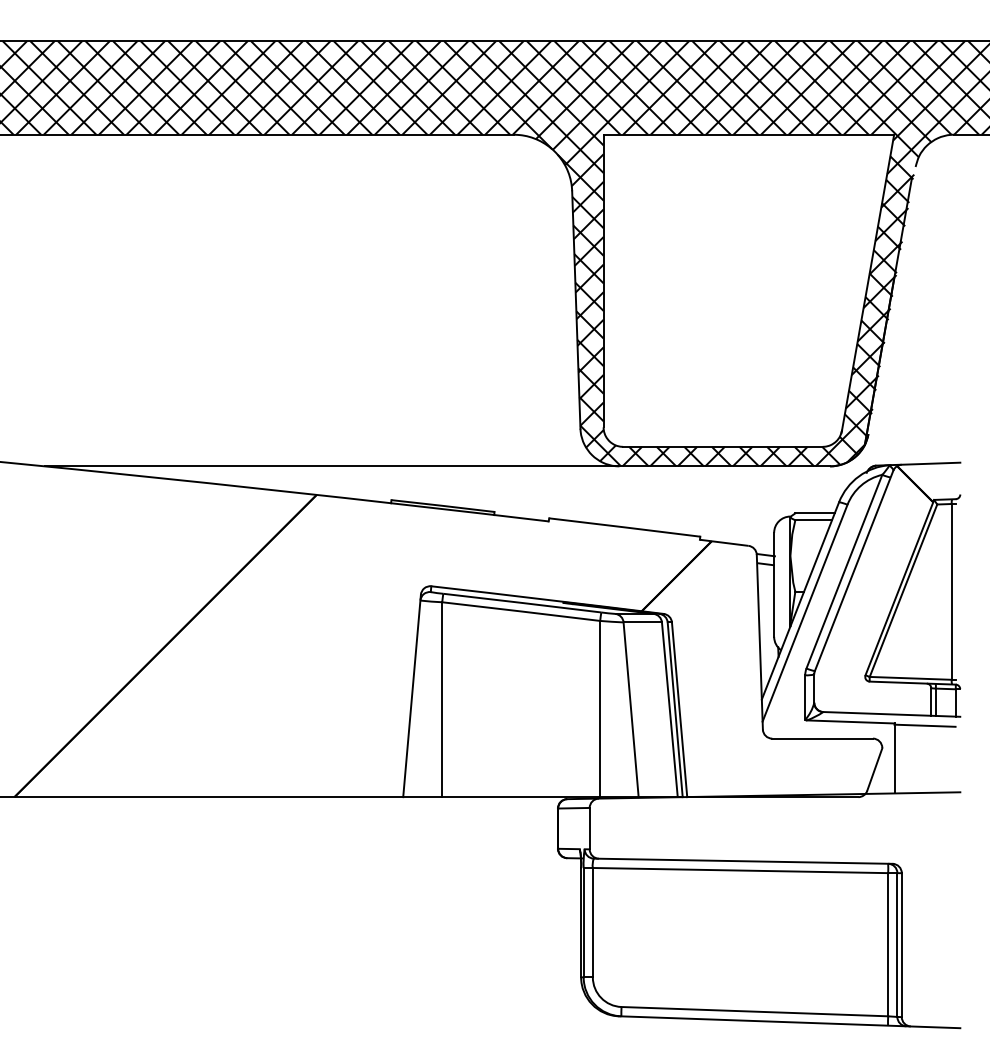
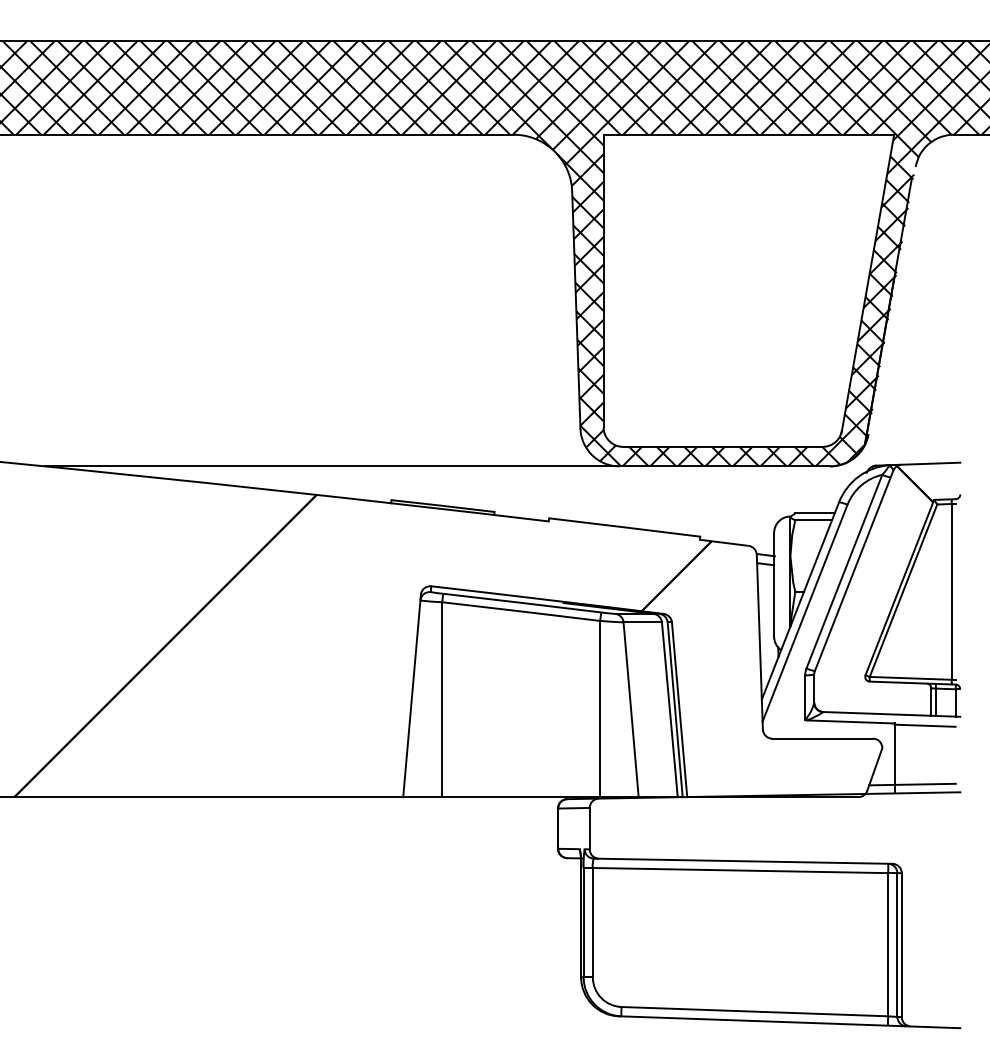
line at (912, 784): none -> present
